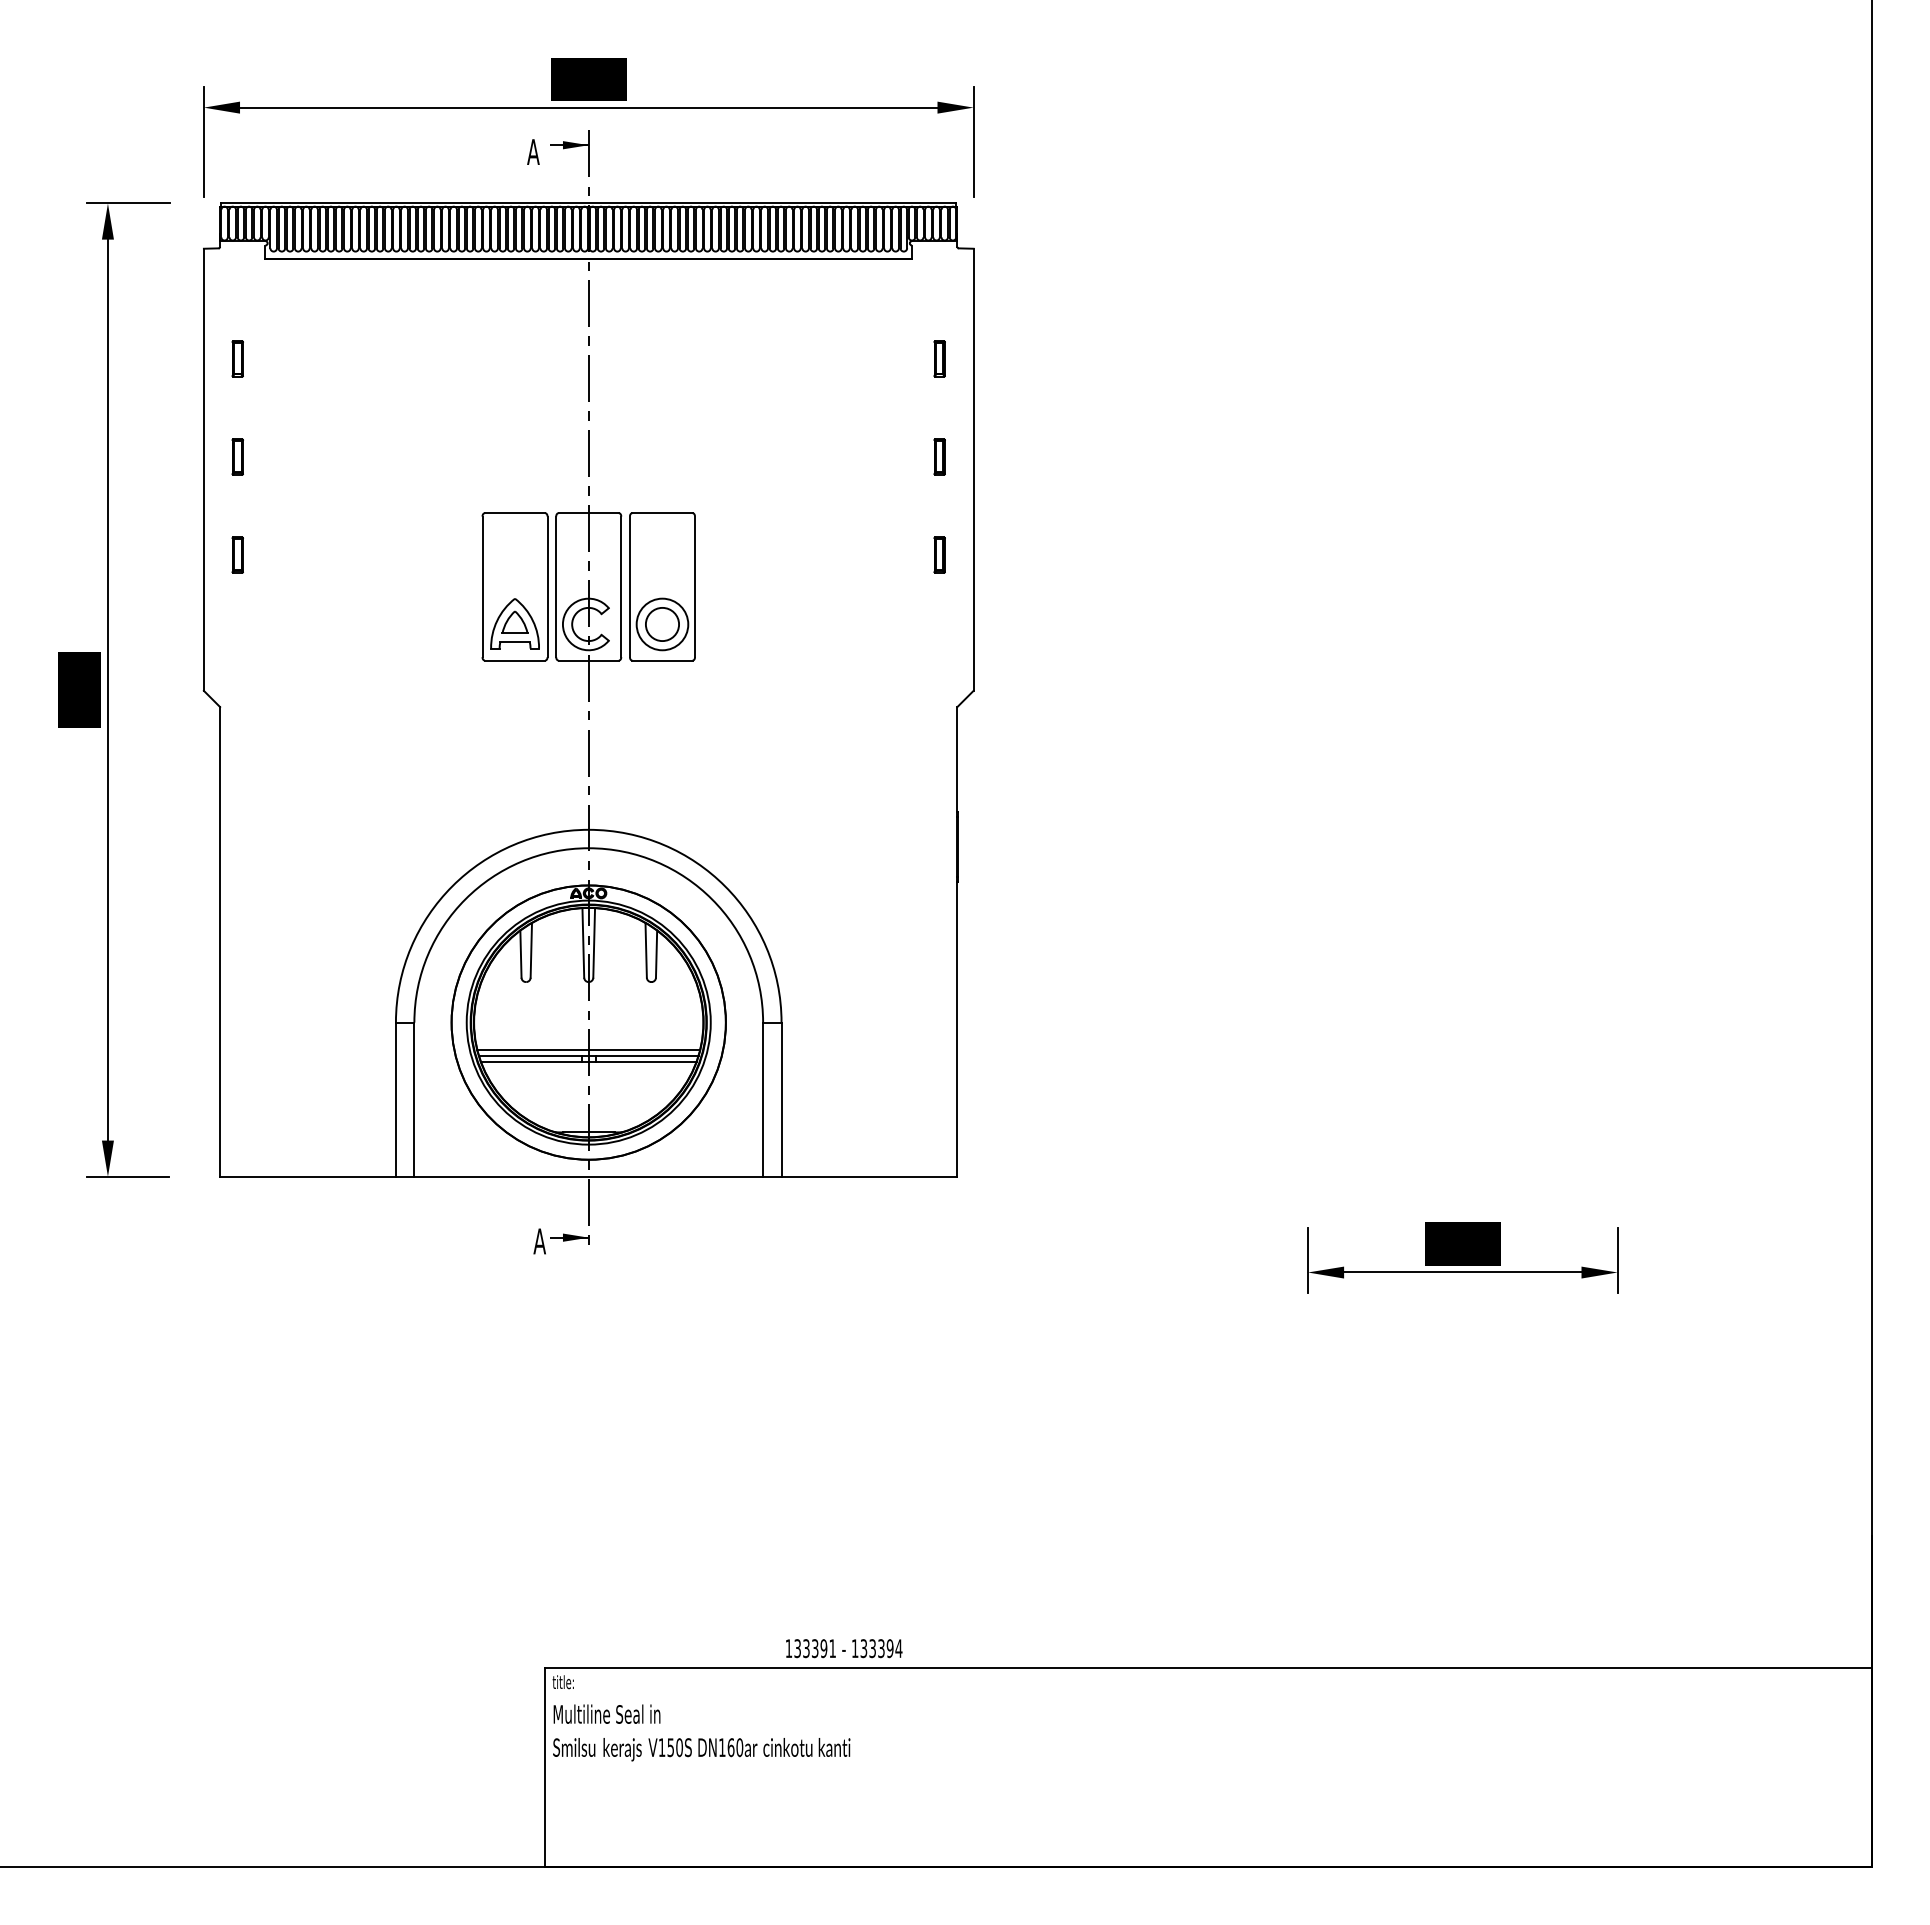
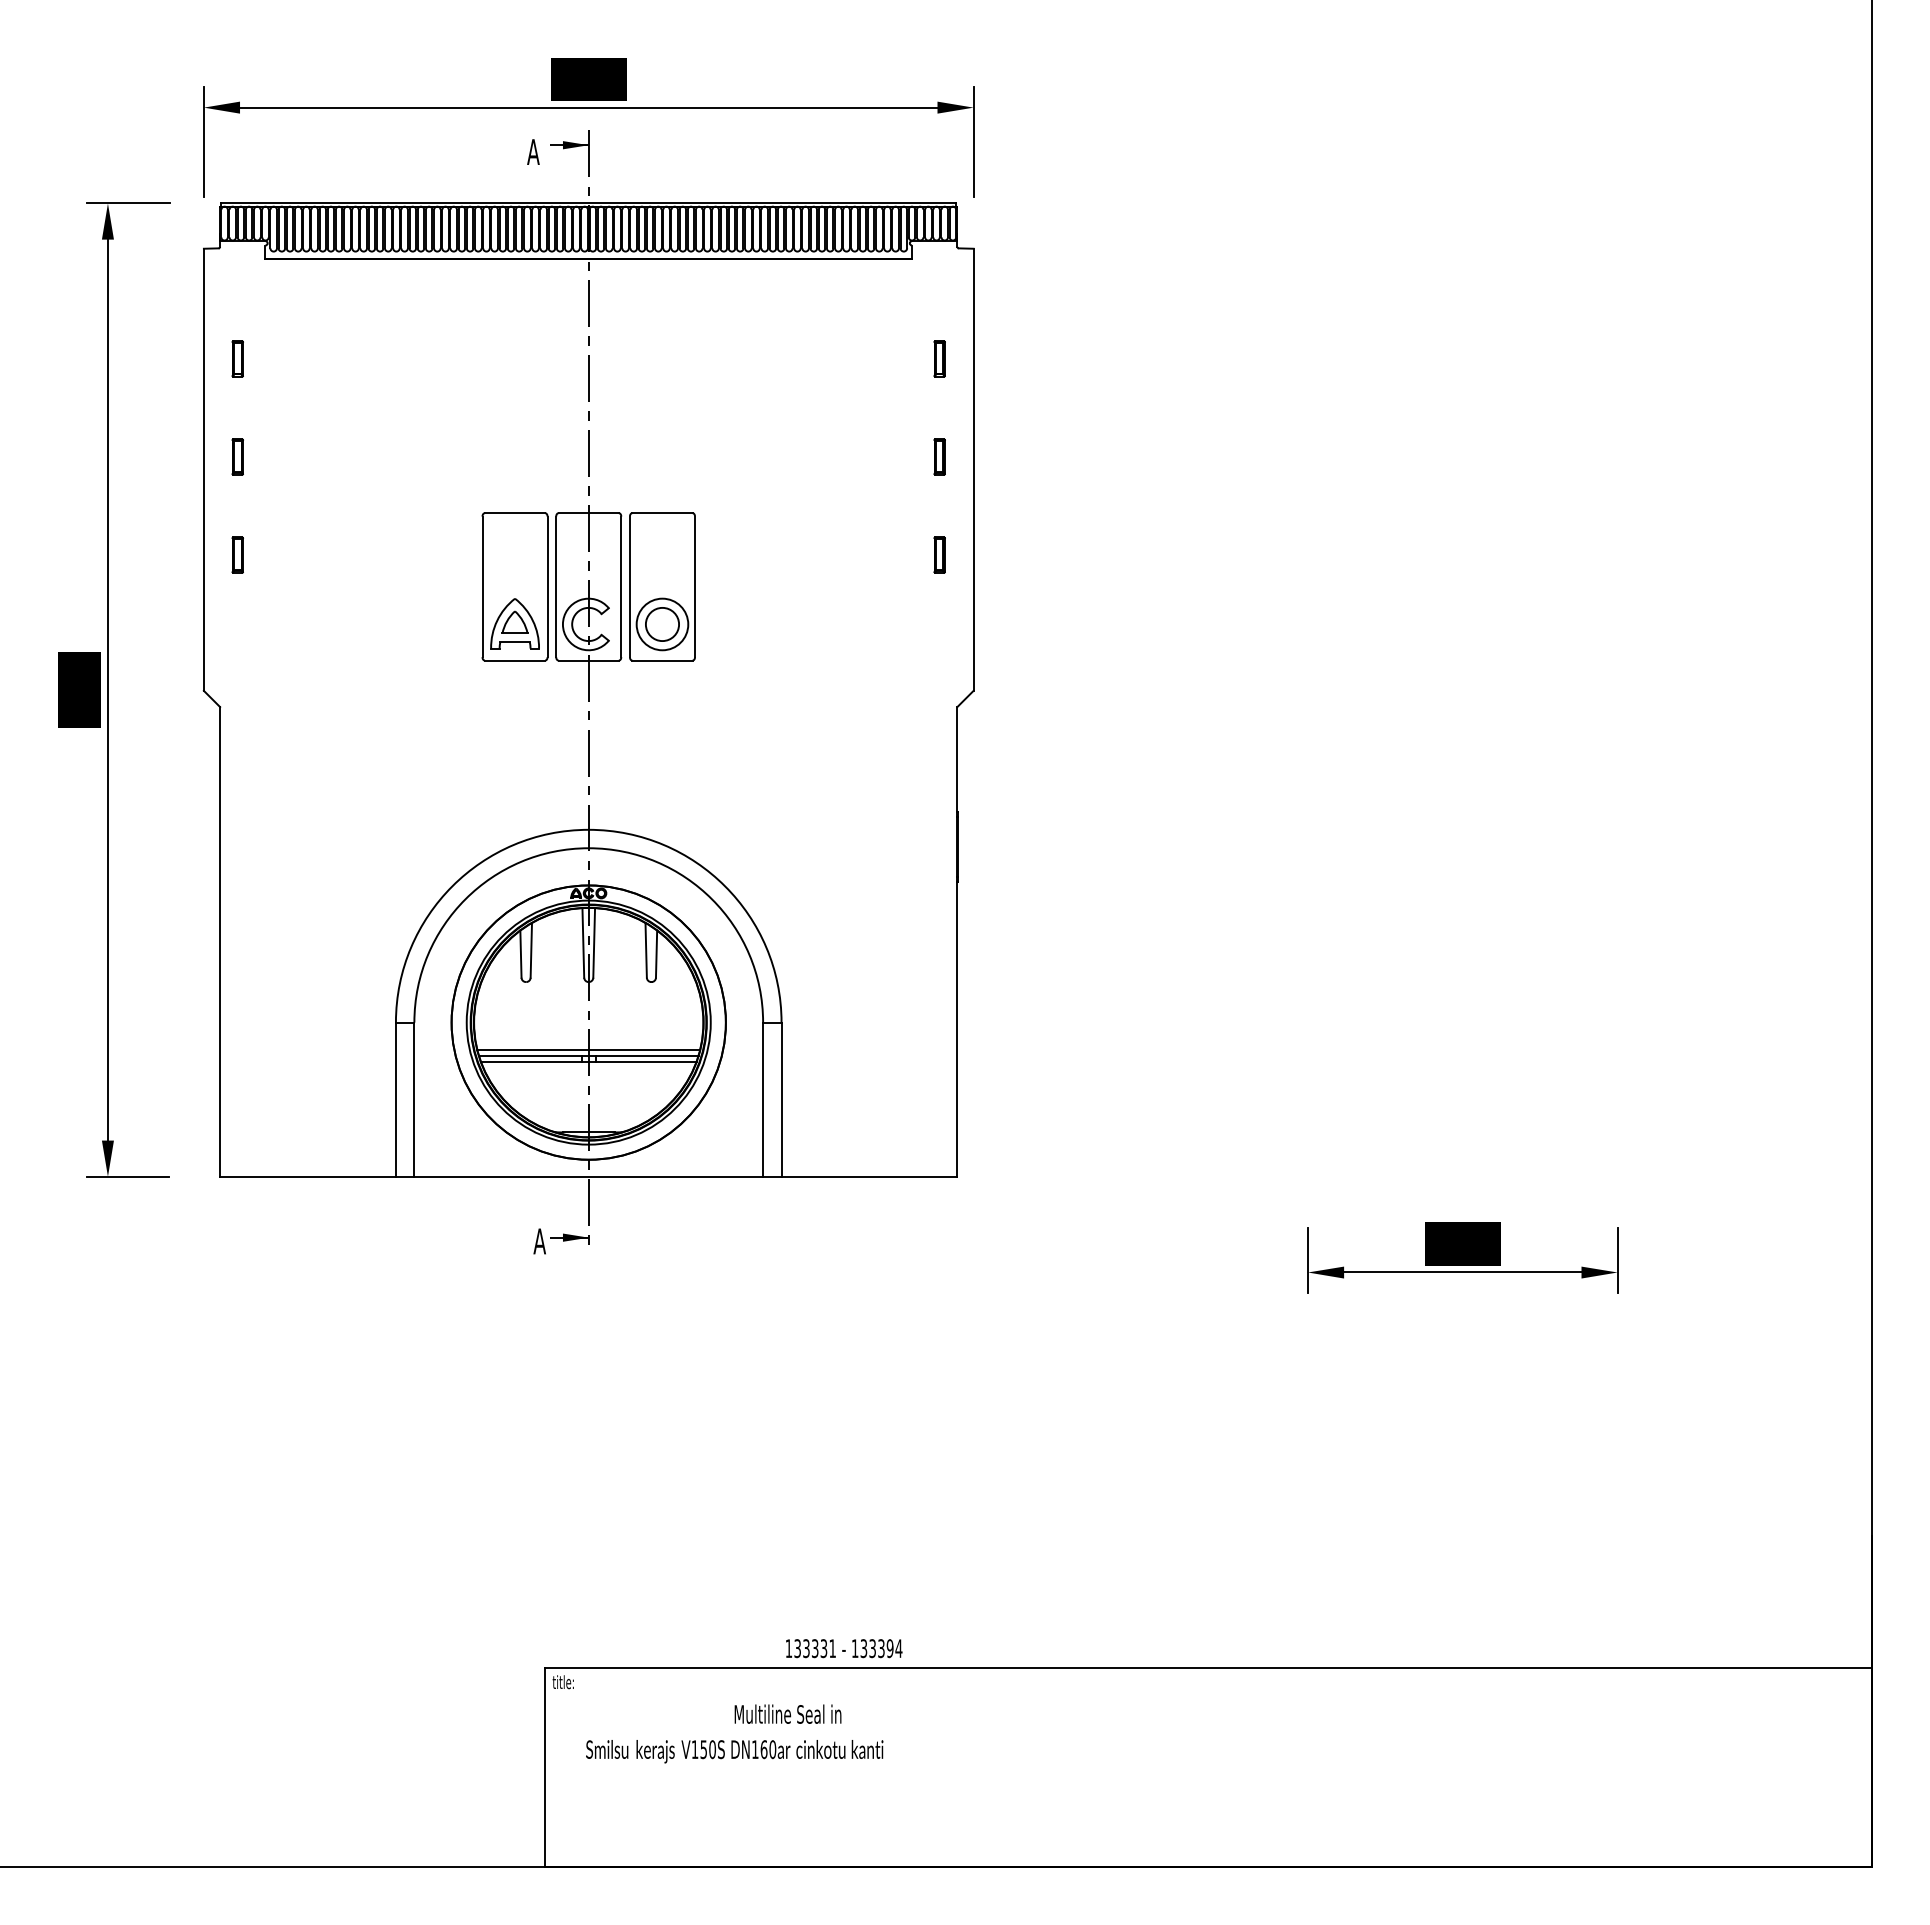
text at (823, 1648): 133391 -> 133331
text at (606, 1713) position: (606, 1713) -> (787, 1713)
text at (701, 1749) position: (701, 1749) -> (734, 1751)
